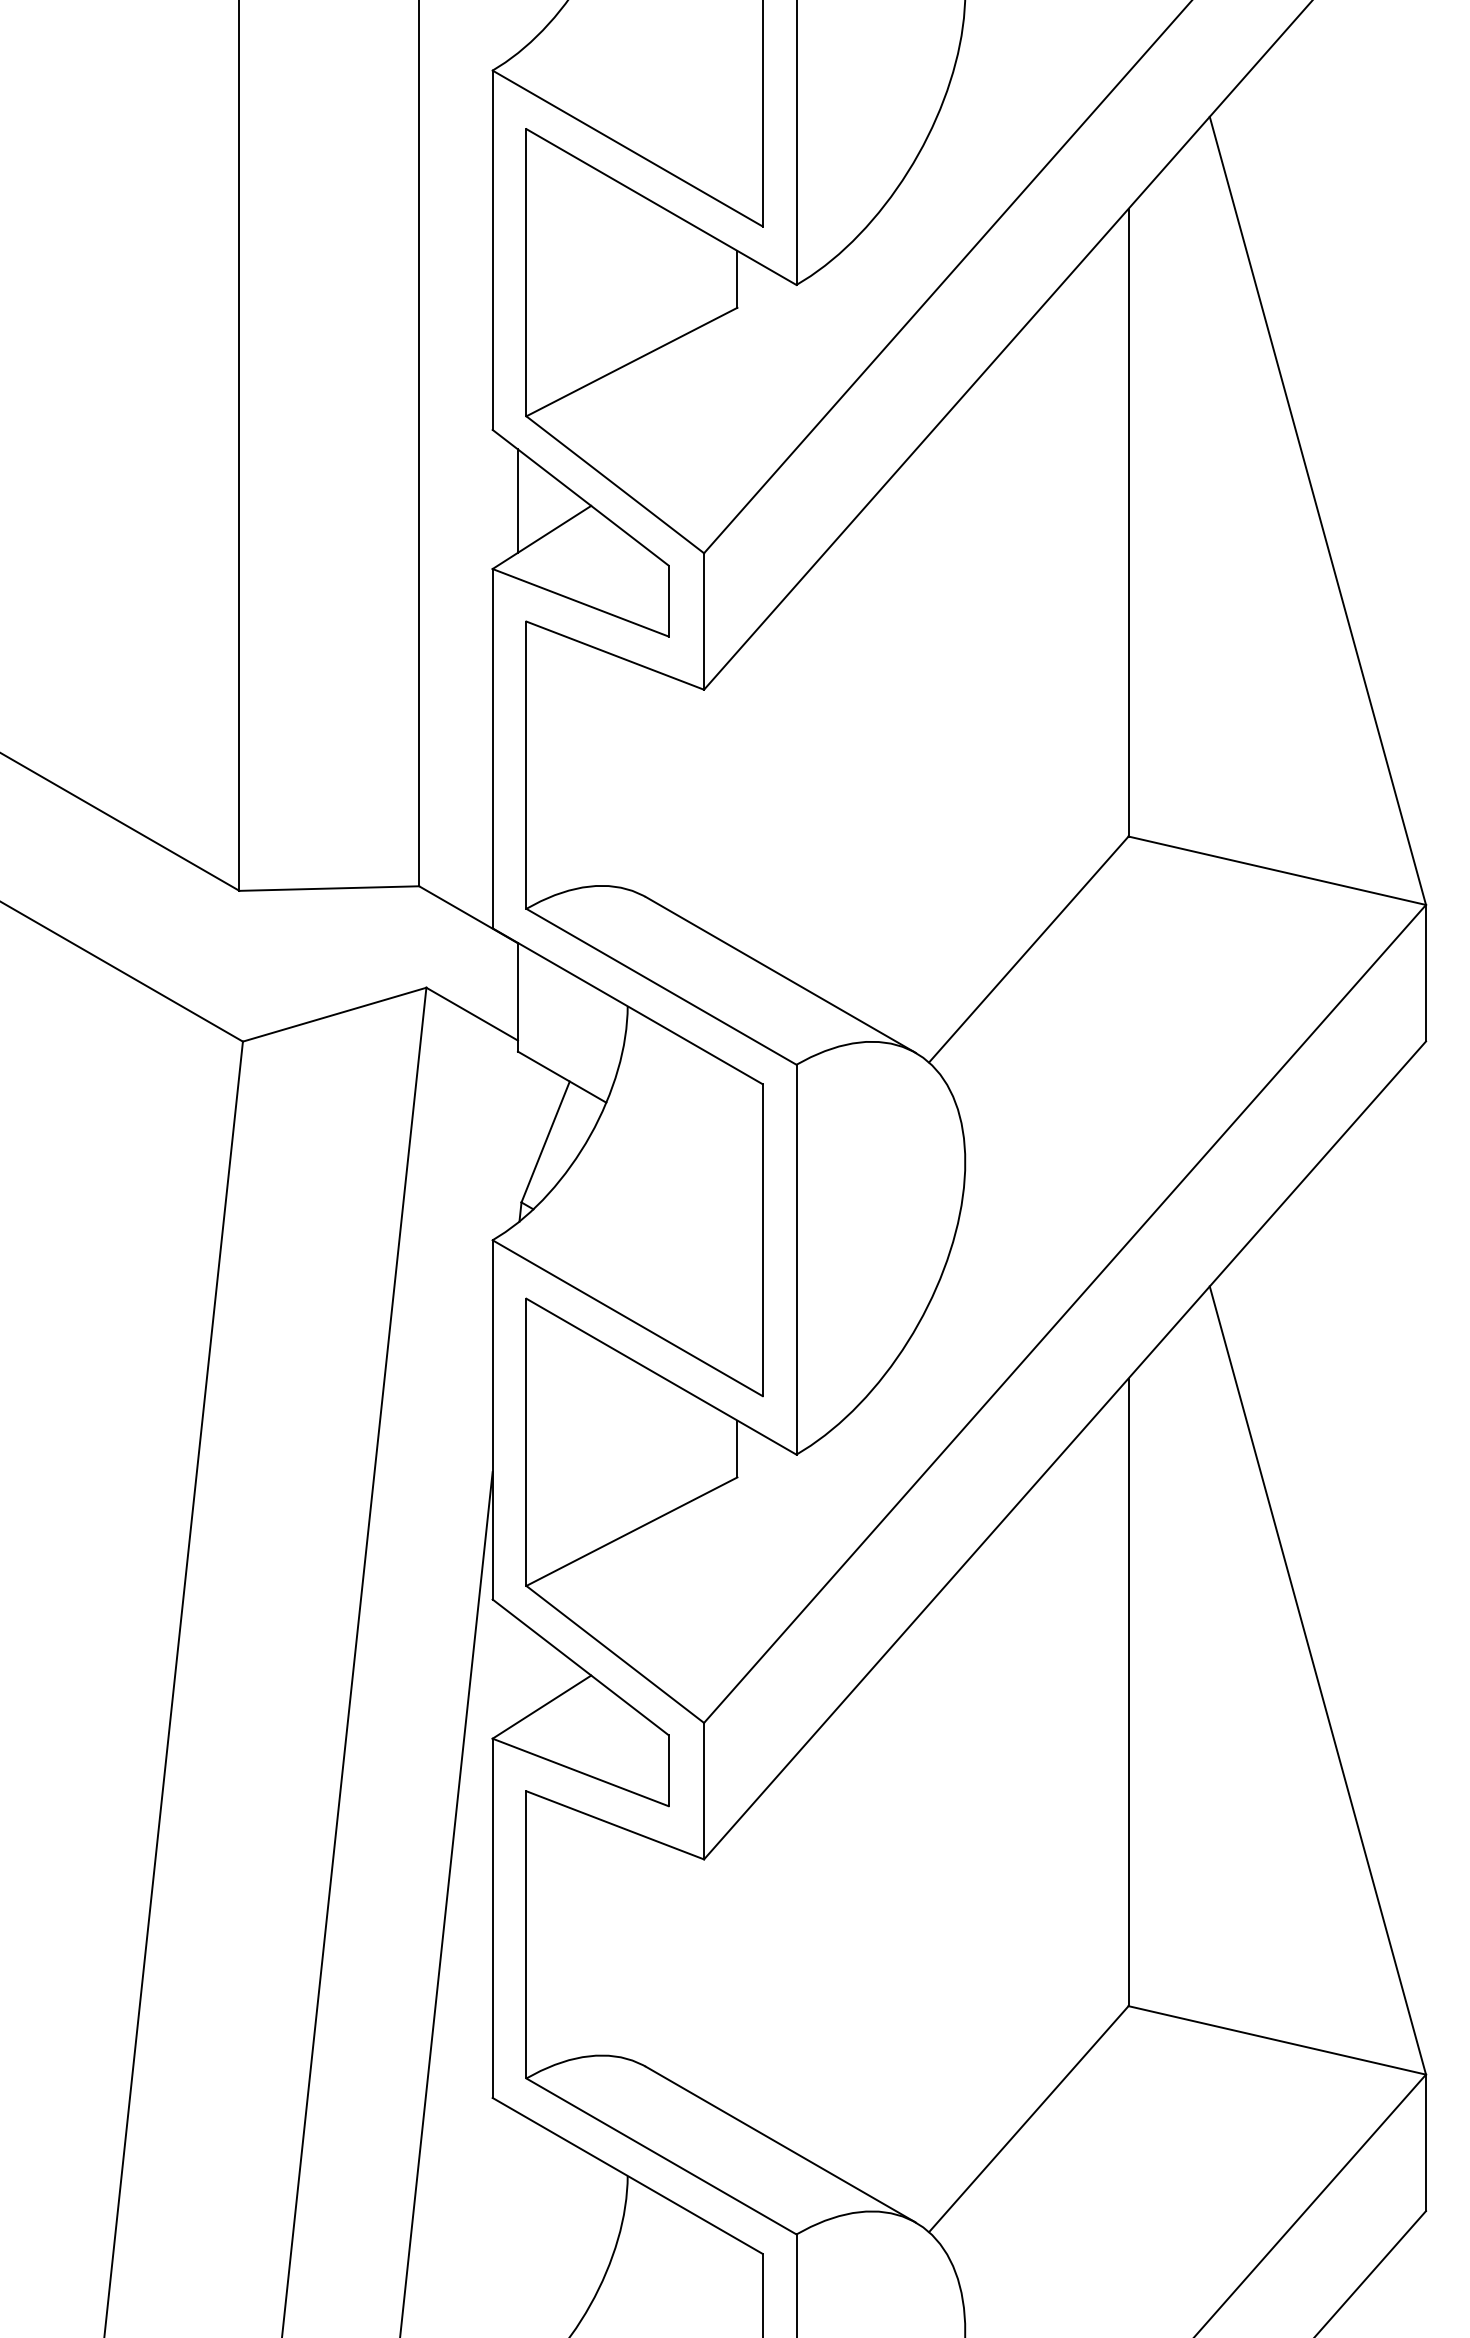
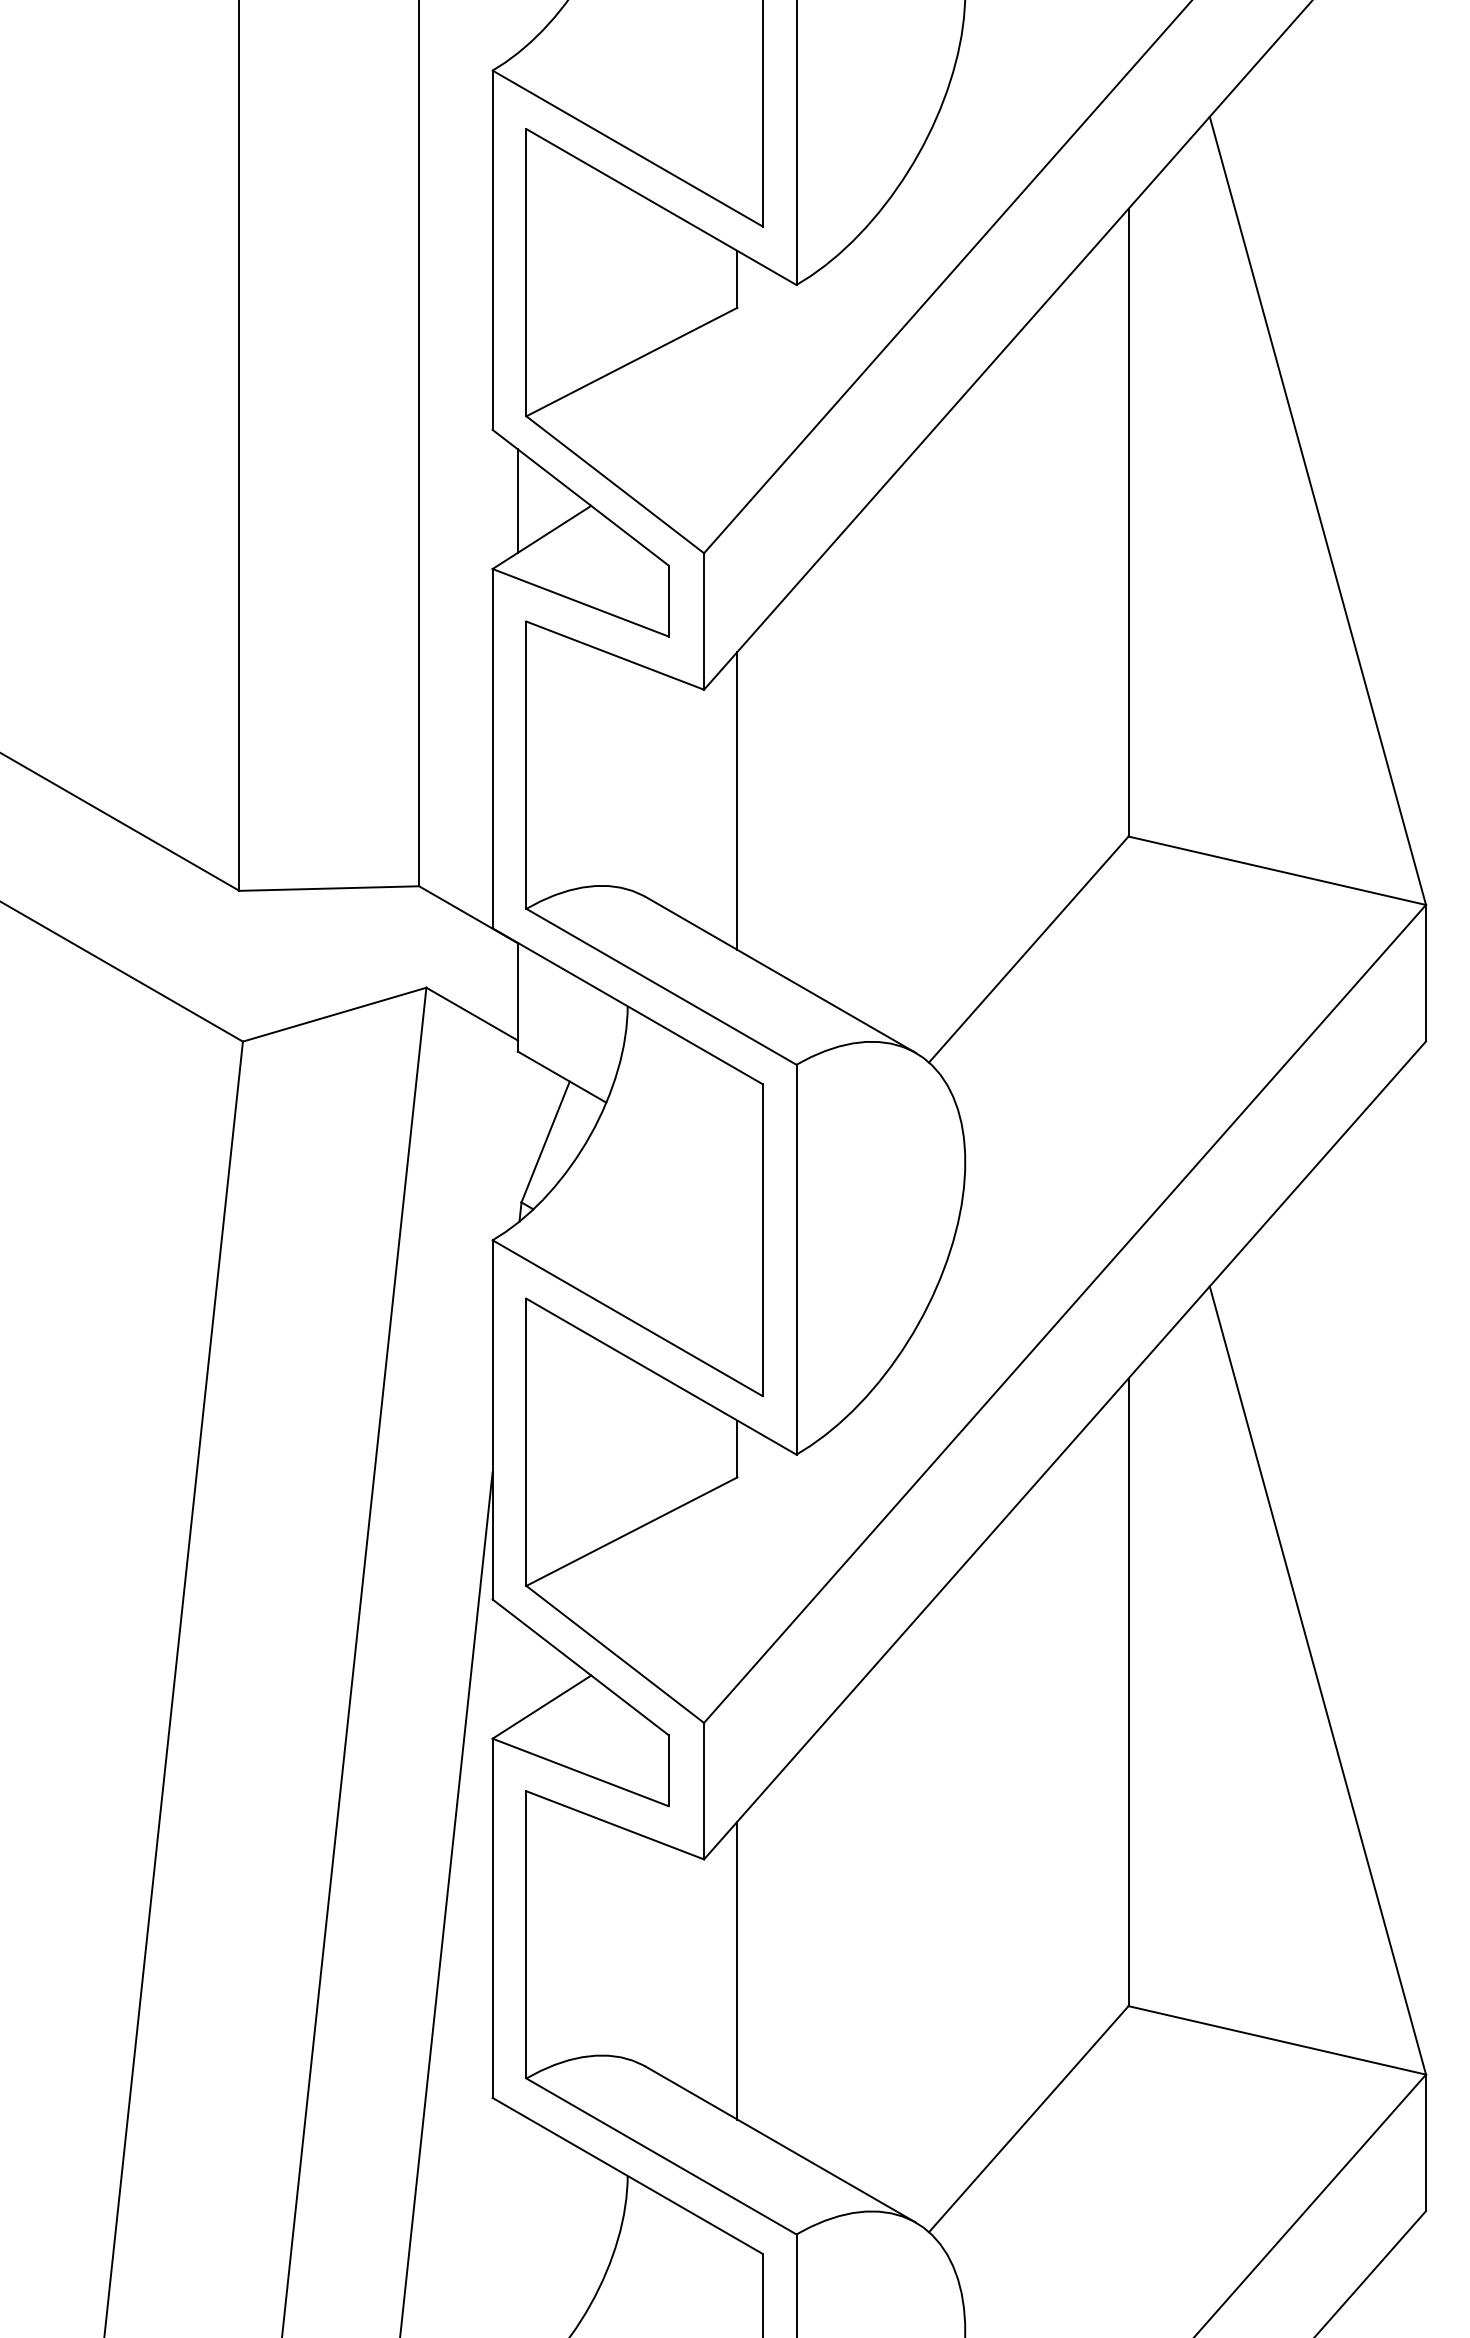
line at (737, 800): none -> present
line at (737, 1970): none -> present
